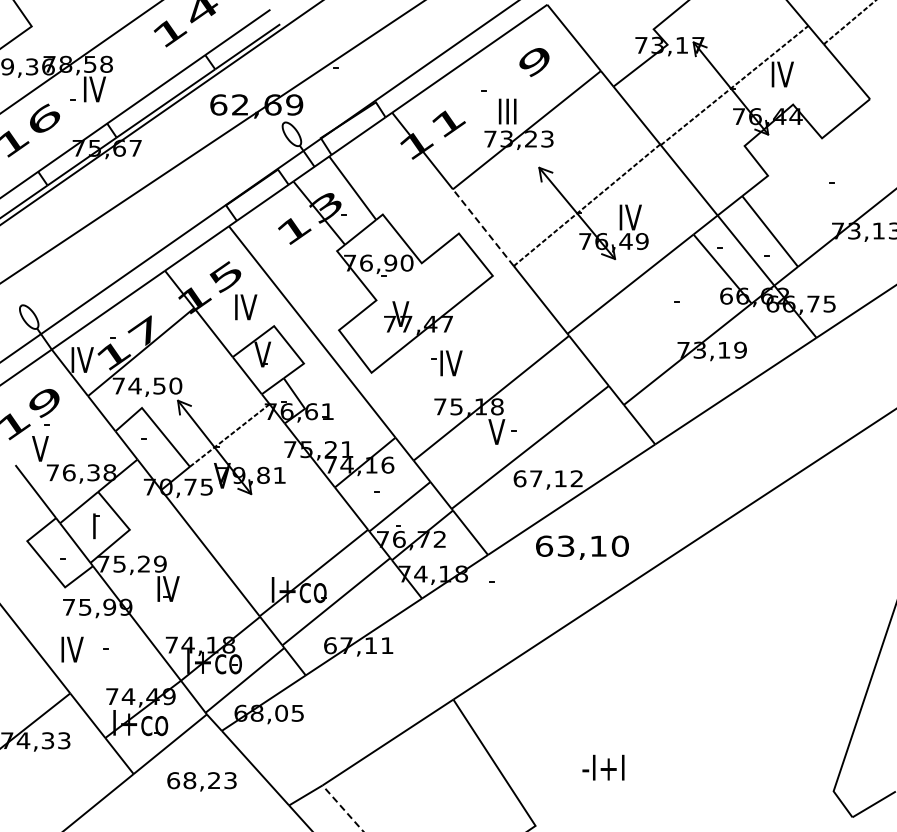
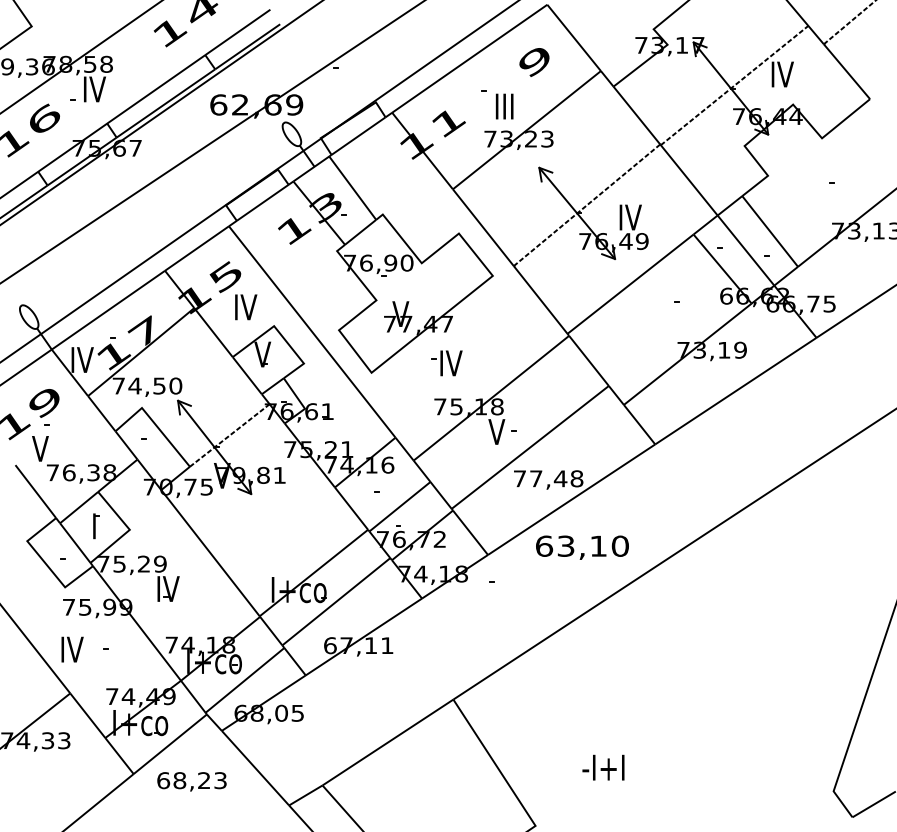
text at (507, 111) position: (507, 111) -> (504, 106)
line at (483, 227): dashed -> solid
text at (548, 478): 67,12 -> 77,48
text at (201, 781) position: (201, 781) -> (191, 781)
line at (342, 808): dashed -> solid
